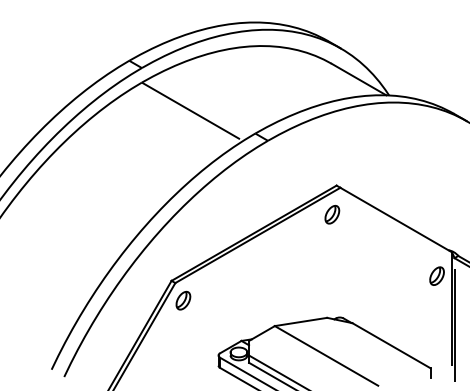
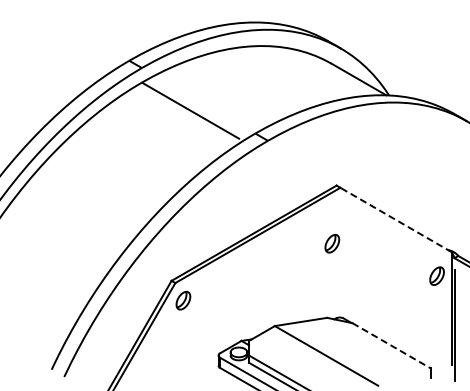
part at (332, 214) position: (332, 214) -> (332, 243)
line at (395, 219): solid -> dashed
line at (391, 345): solid -> dashed
